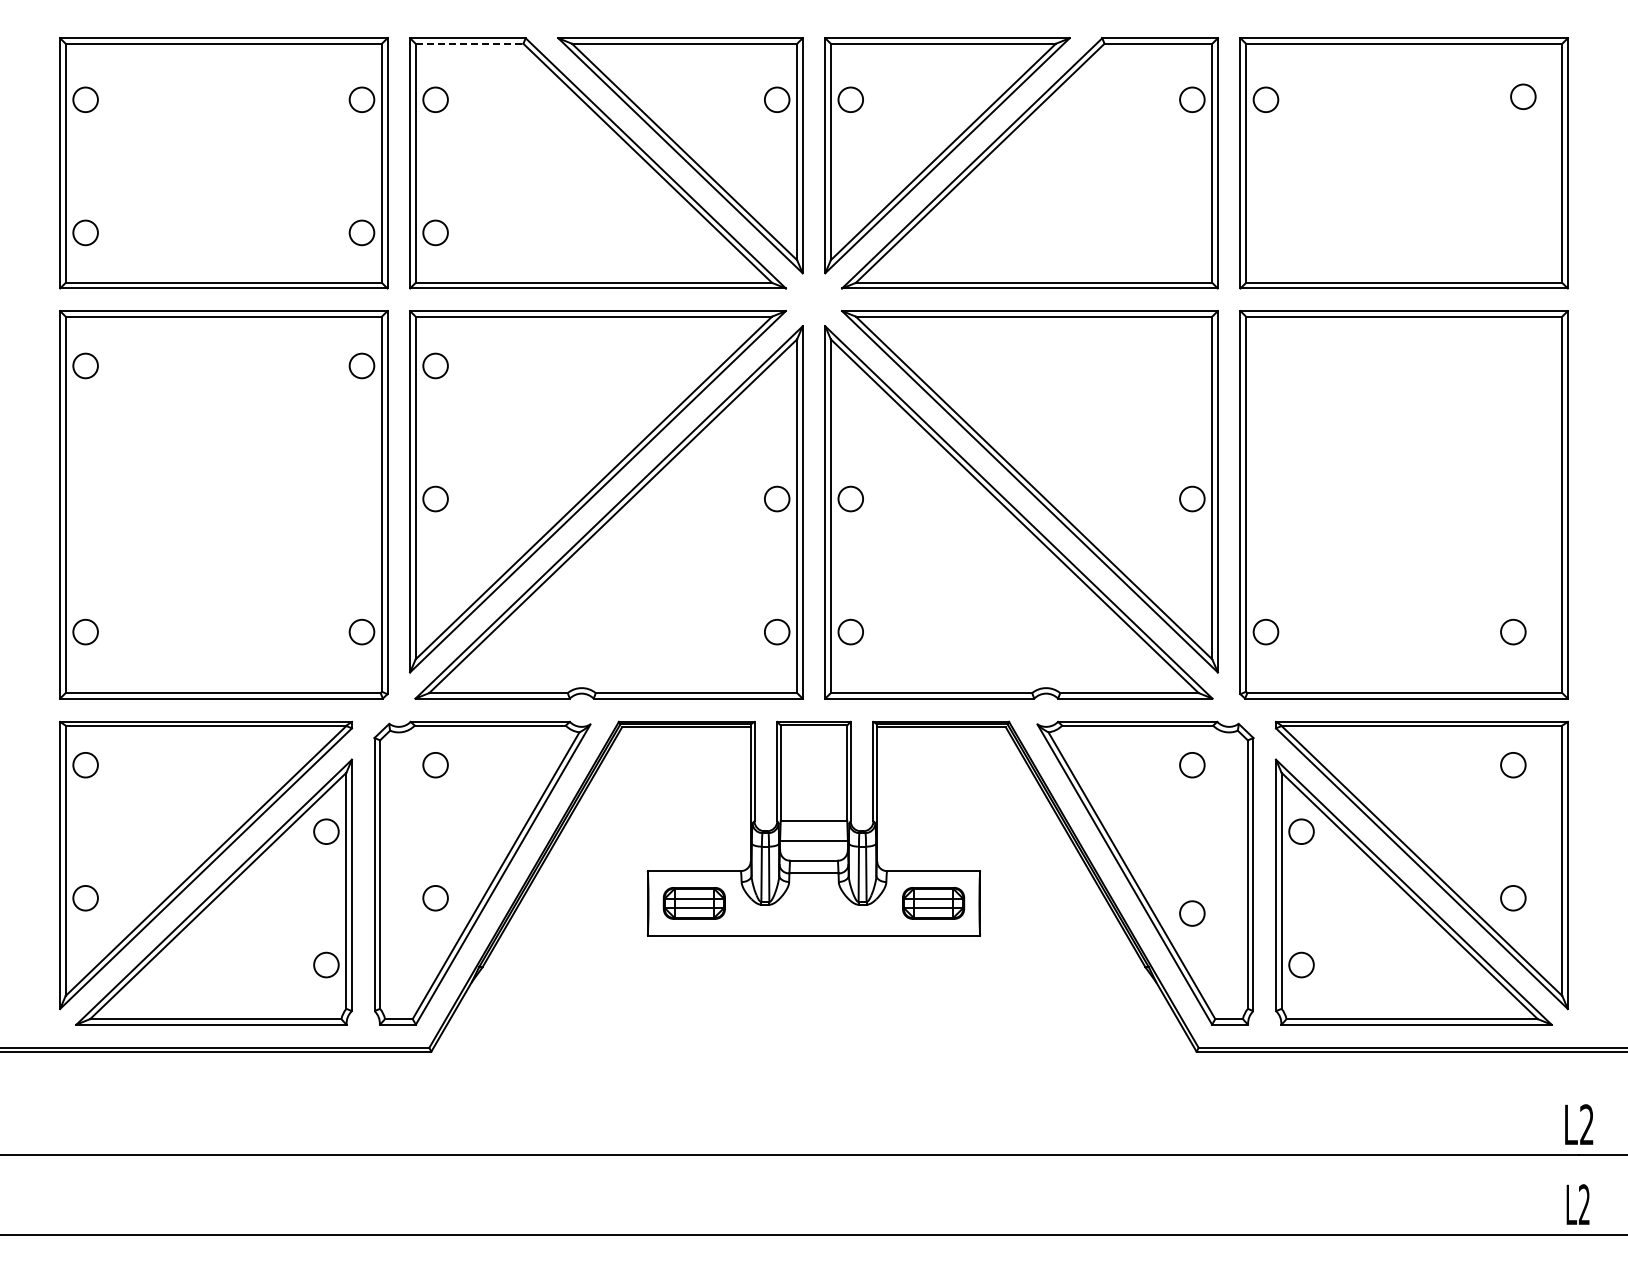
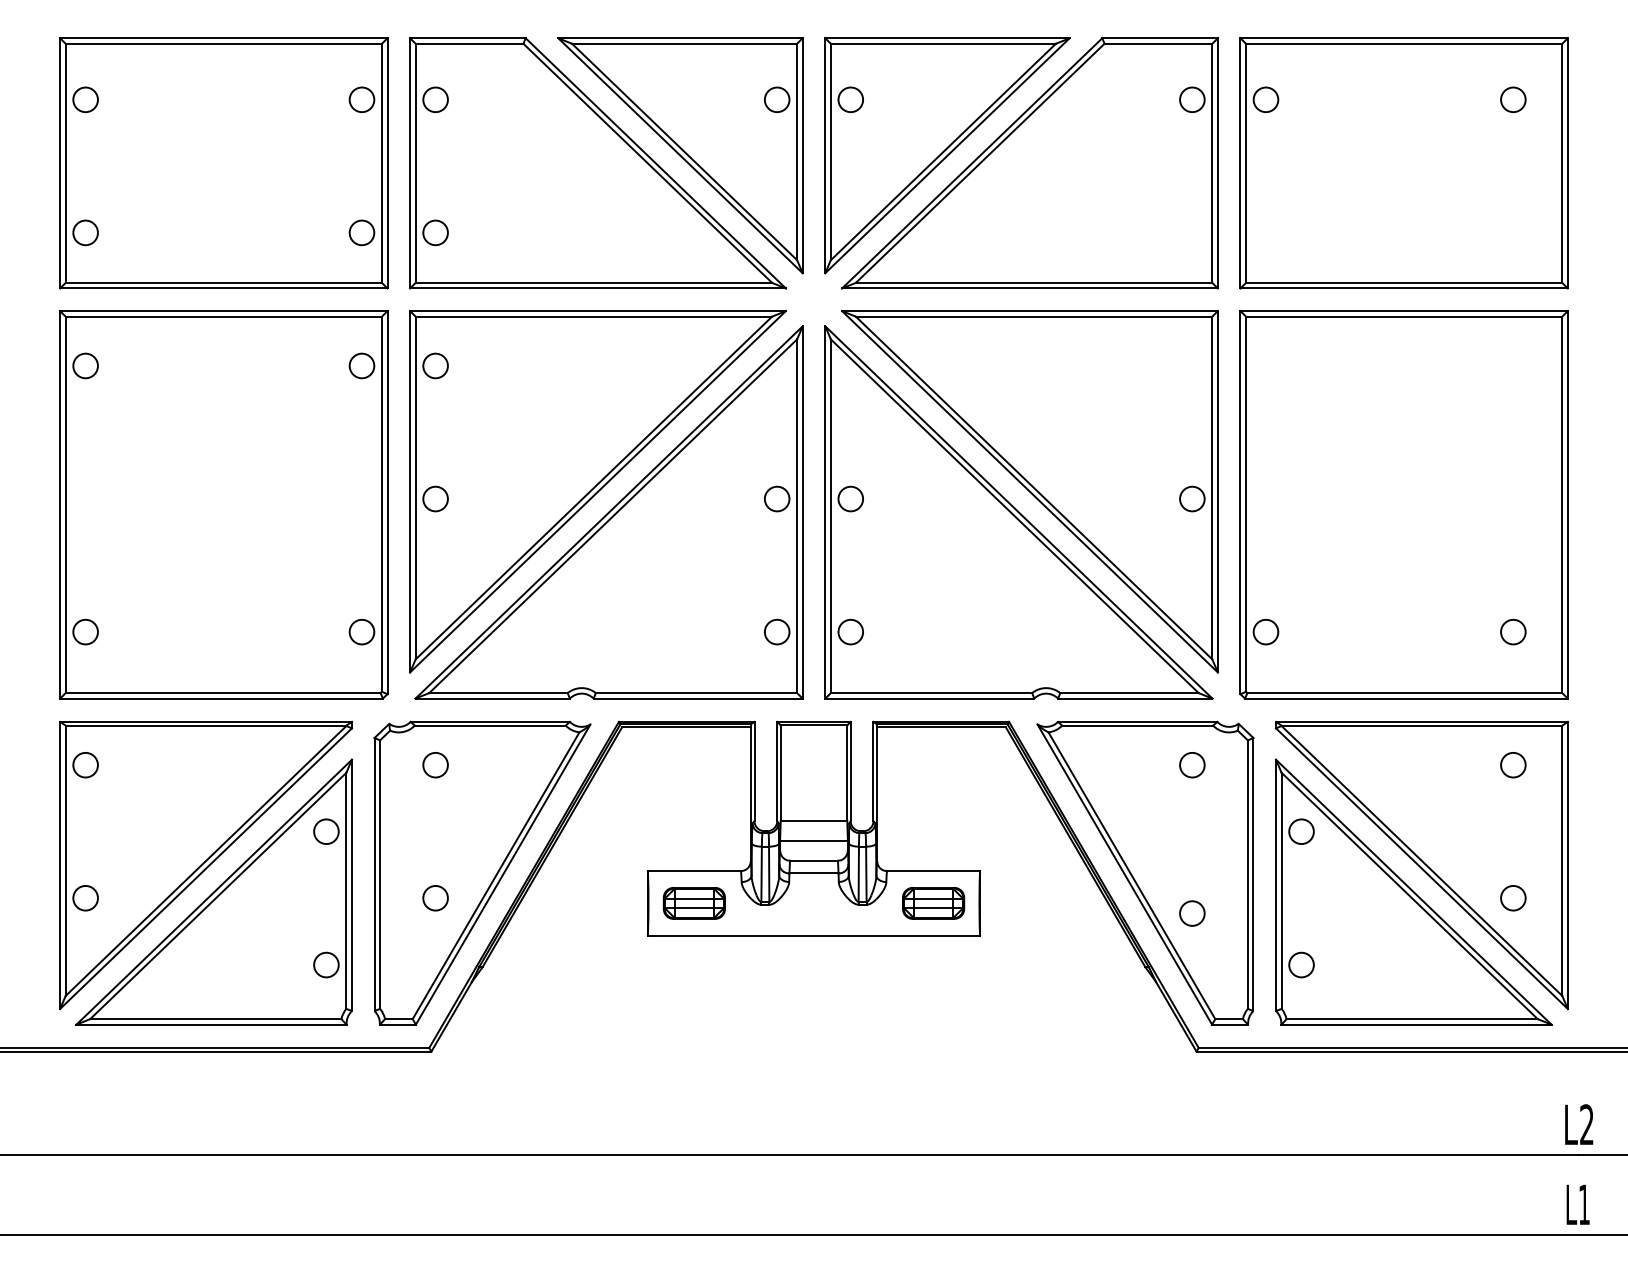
line at (469, 43): dashed -> solid
circle at (1523, 96) position: (1523, 96) -> (1513, 99)
text at (1583, 1204): L2 -> L1
